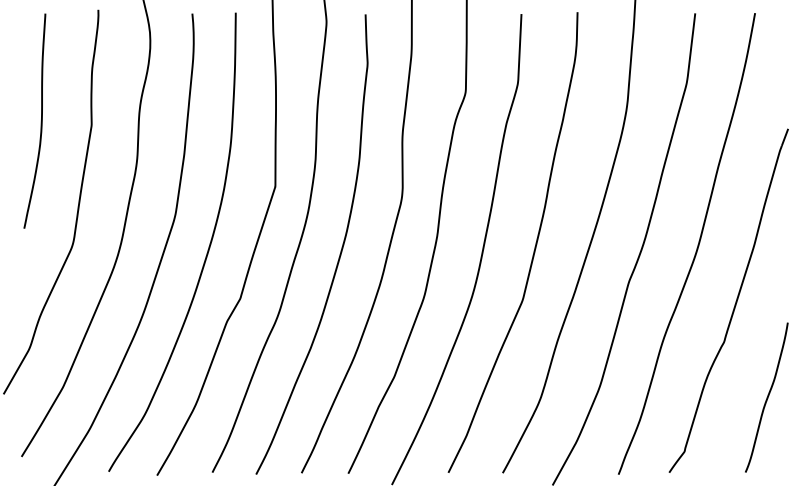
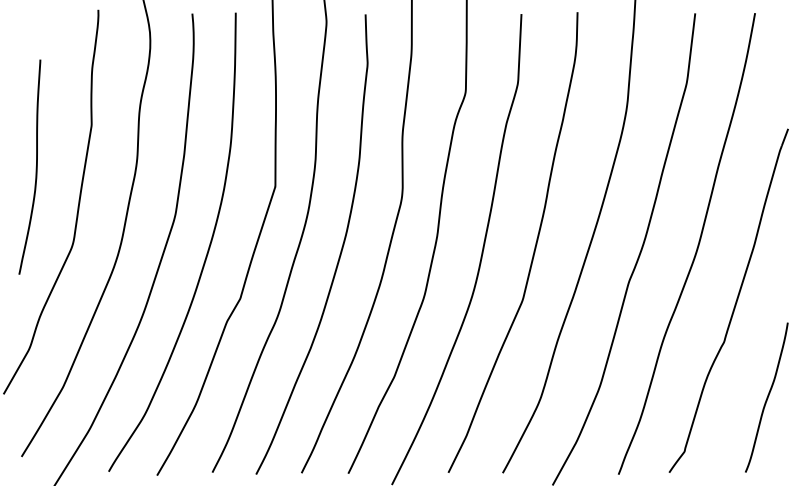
curve at (40, 121) position: (40, 121) -> (35, 167)
